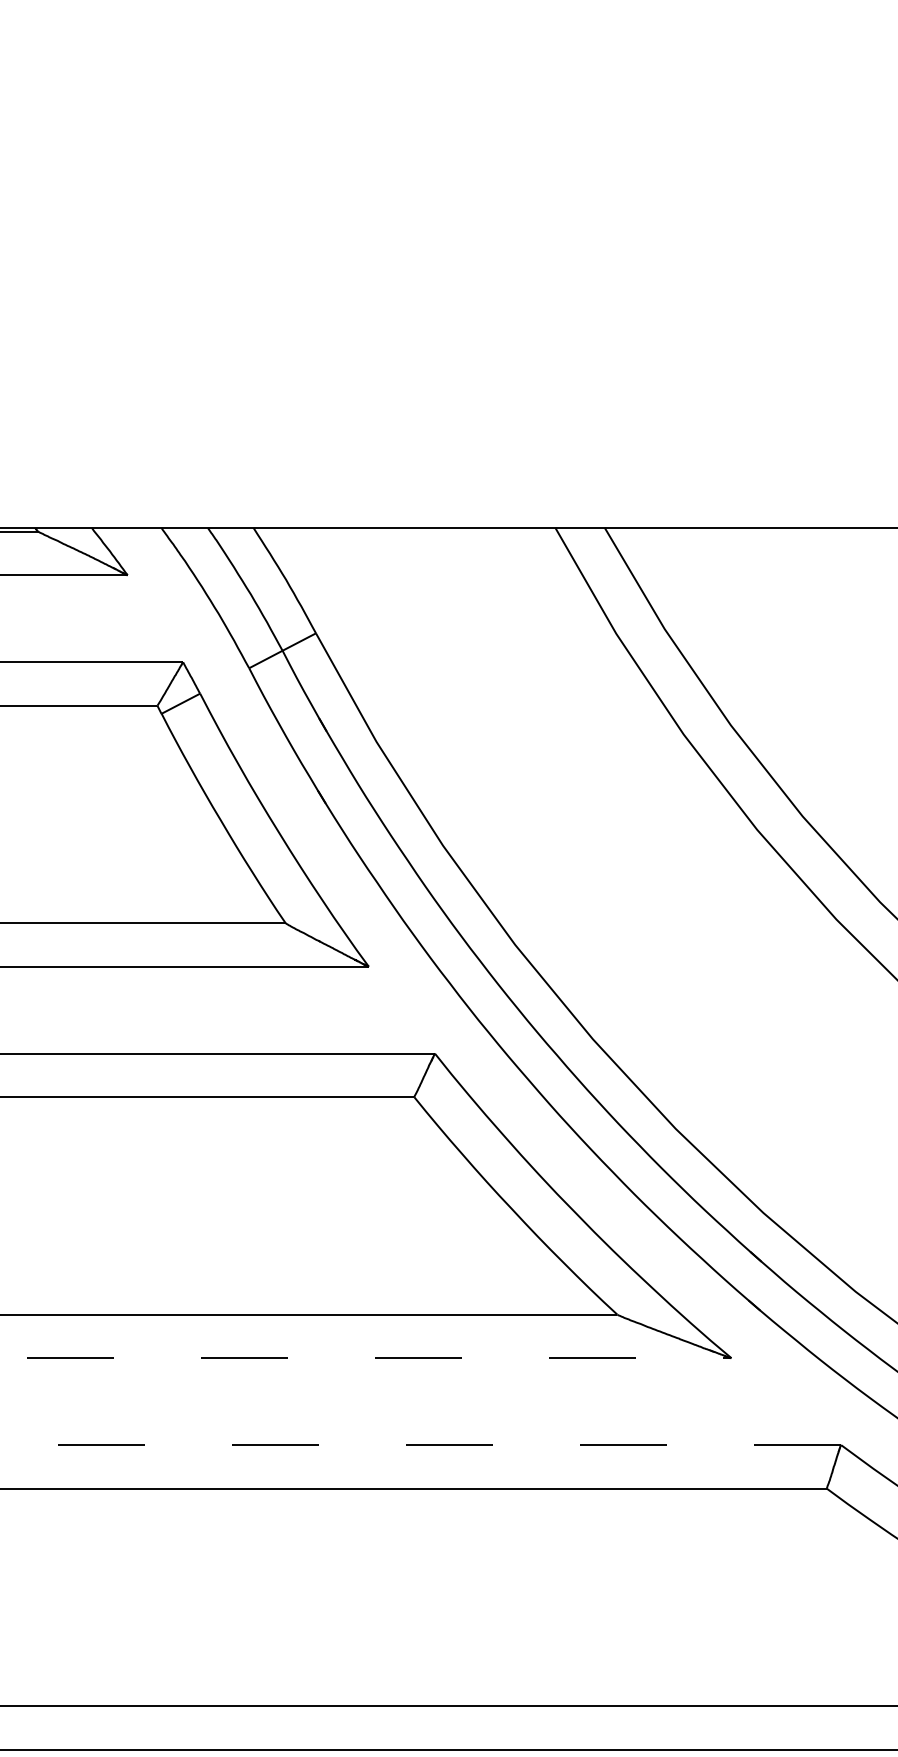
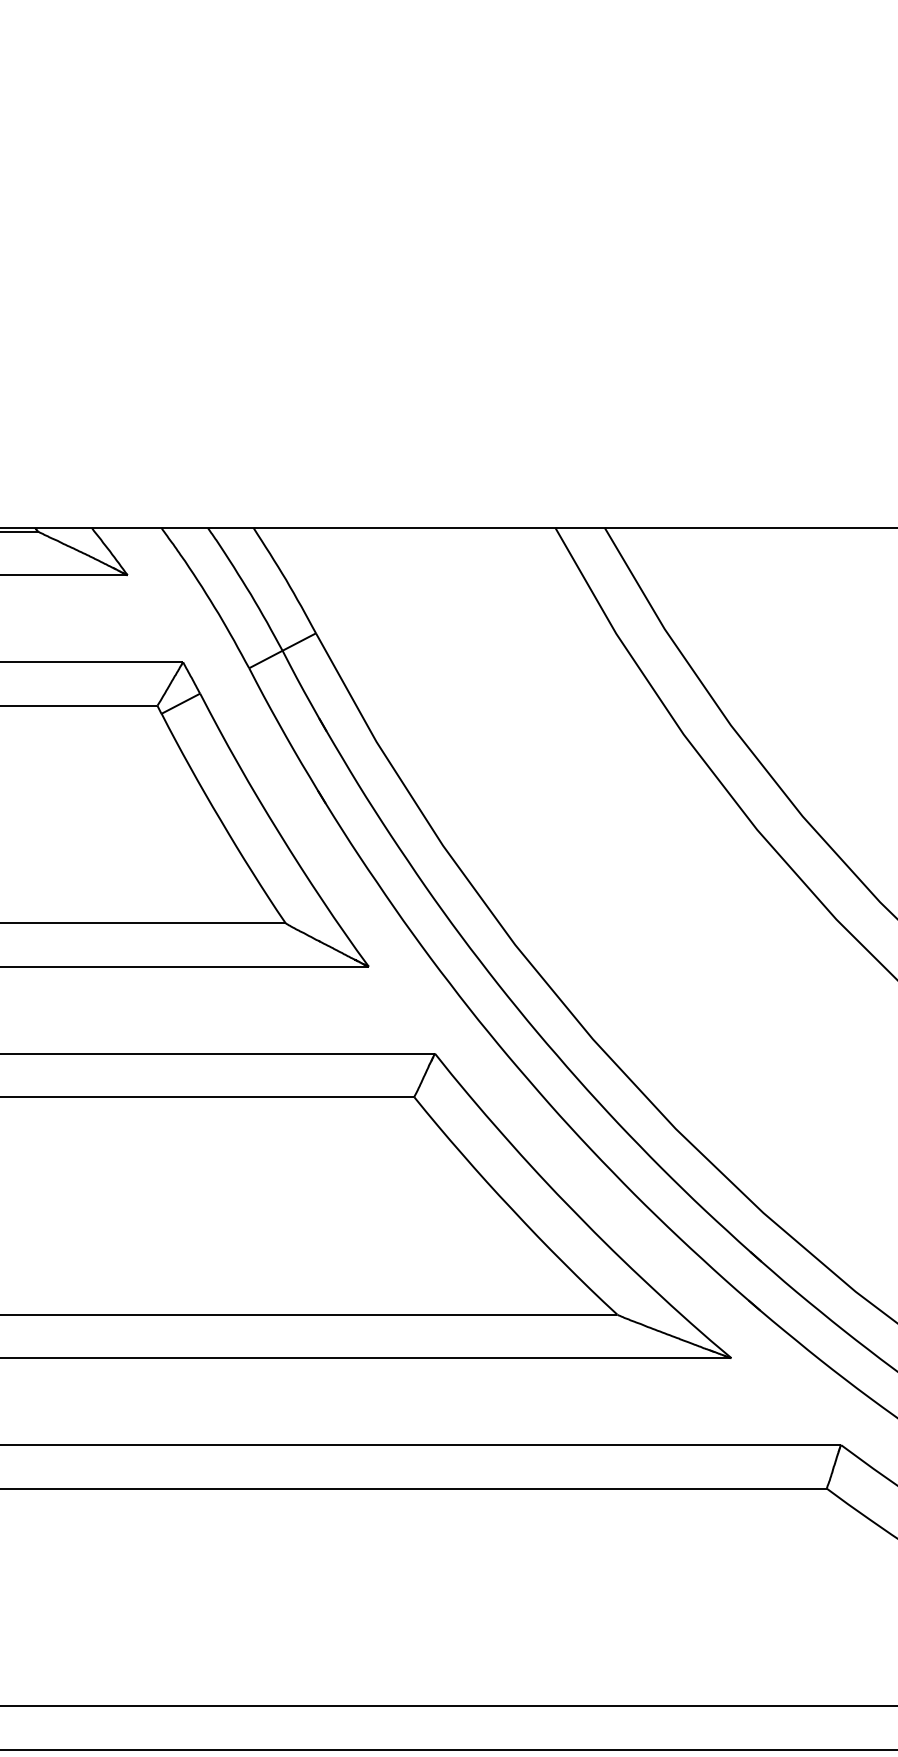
line at (366, 1358): dashed -> solid
line at (420, 1445): dashed -> solid
